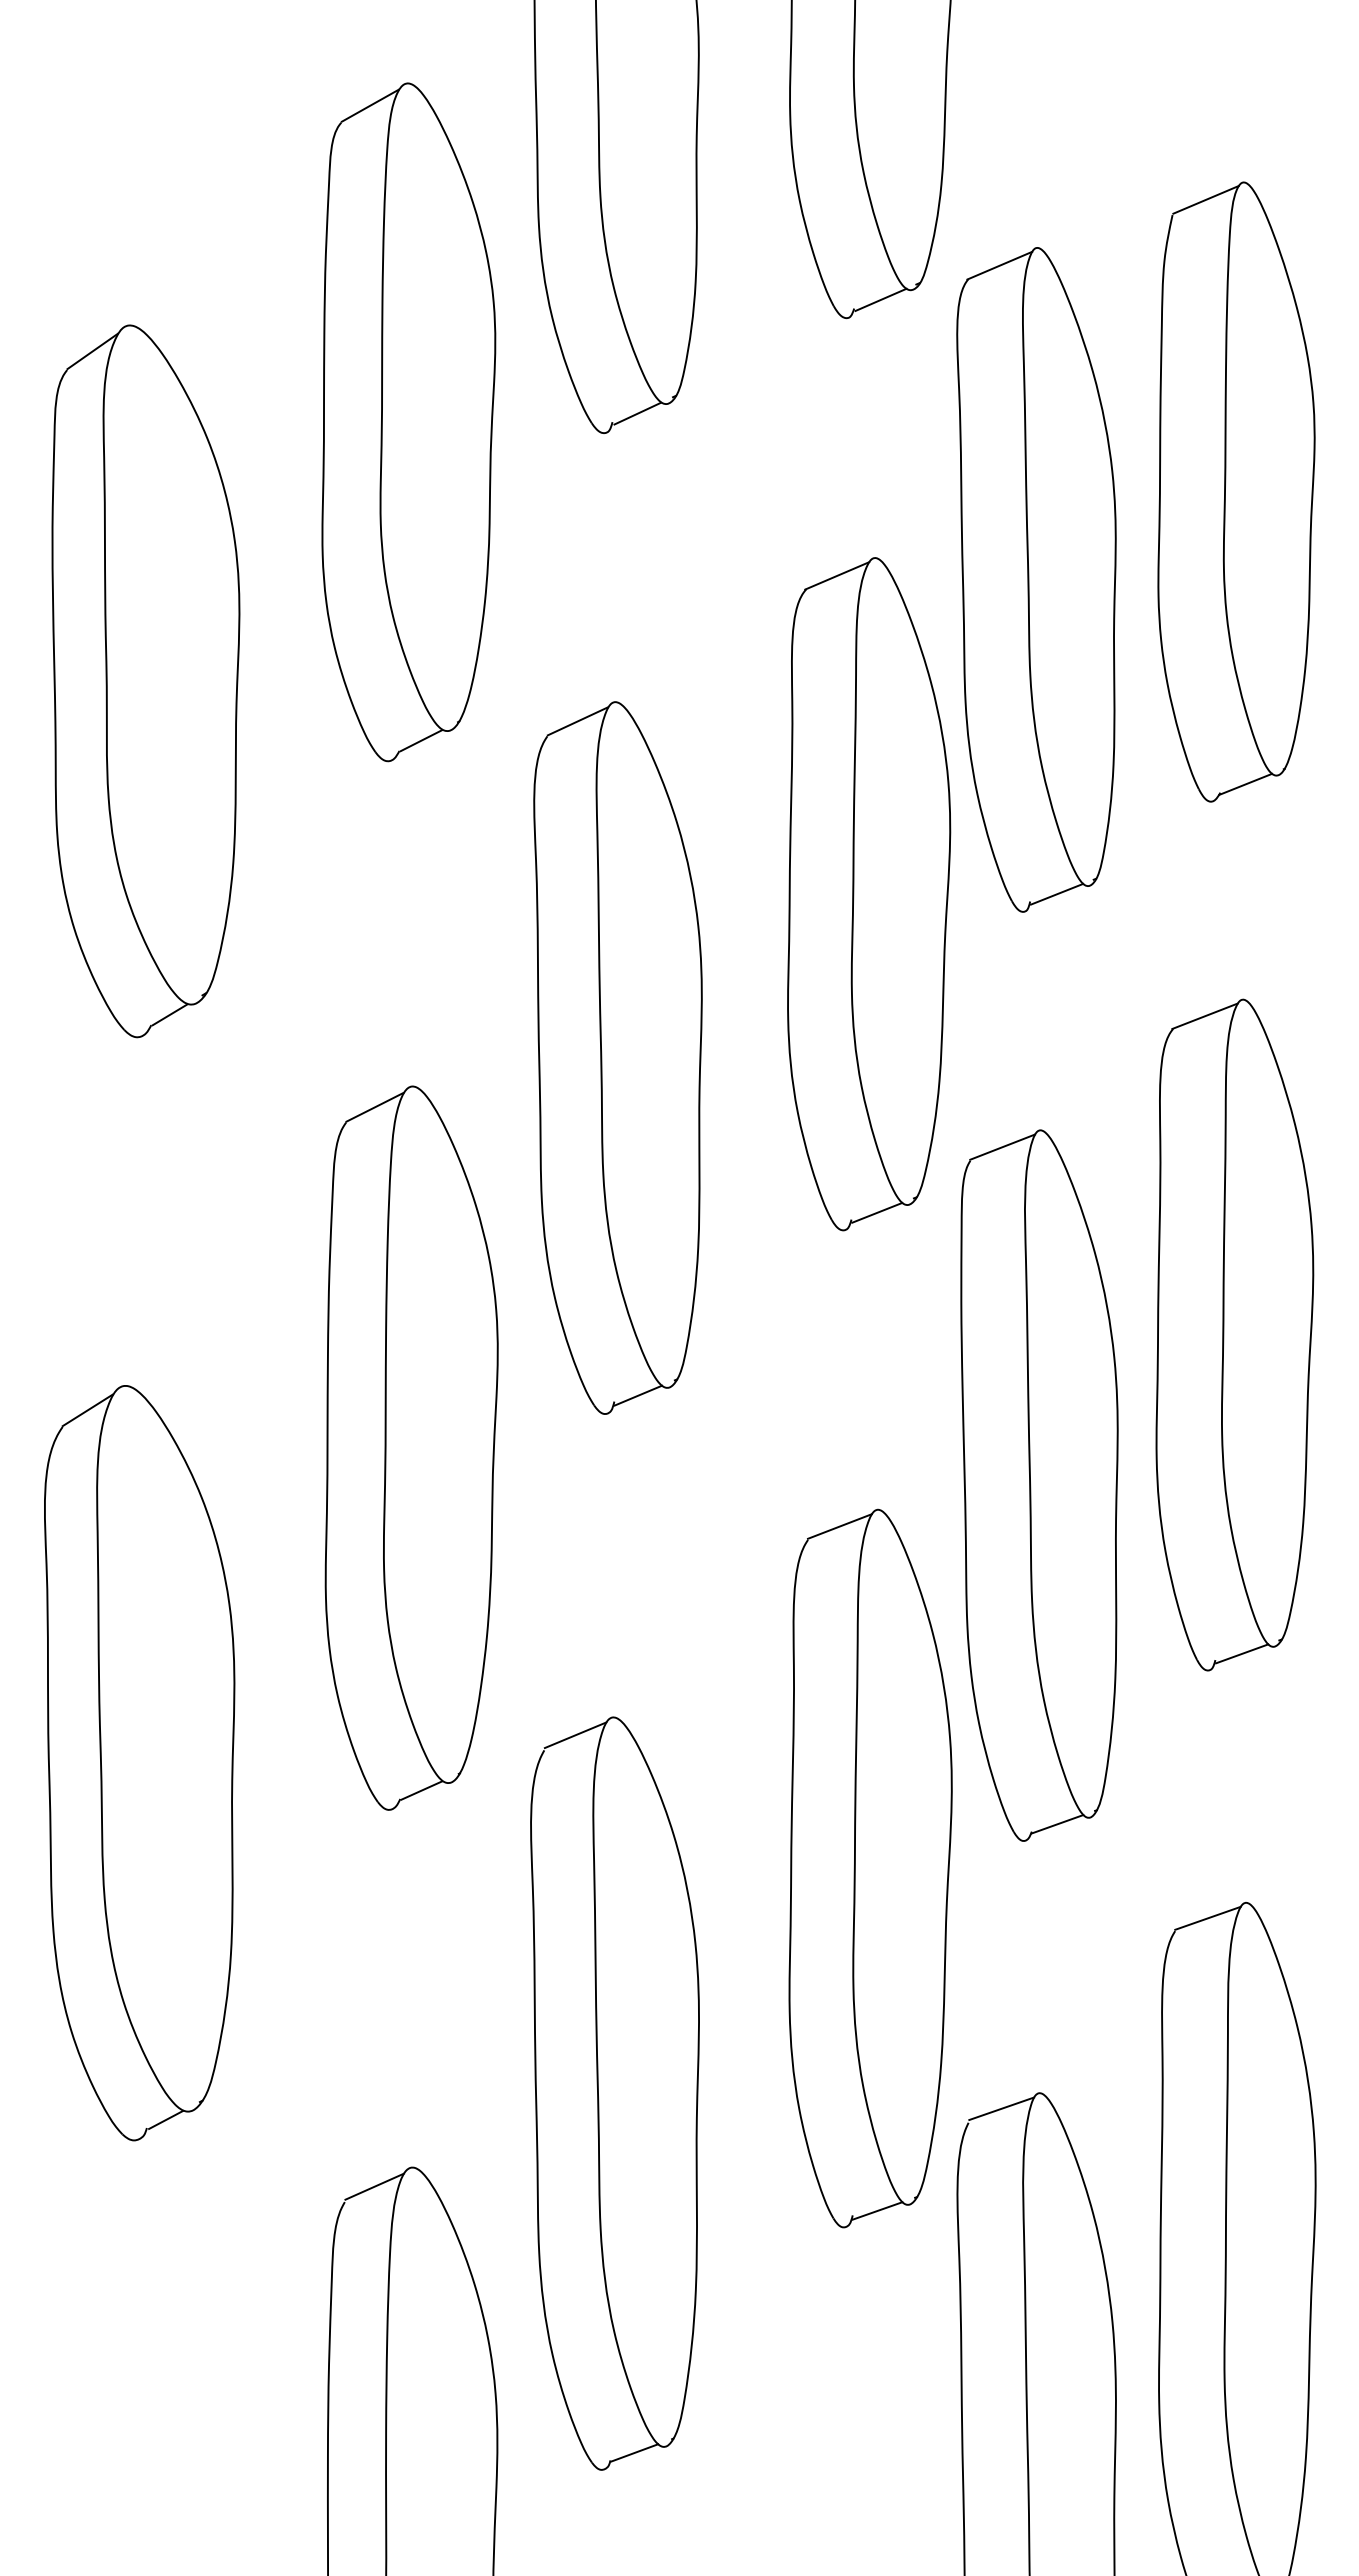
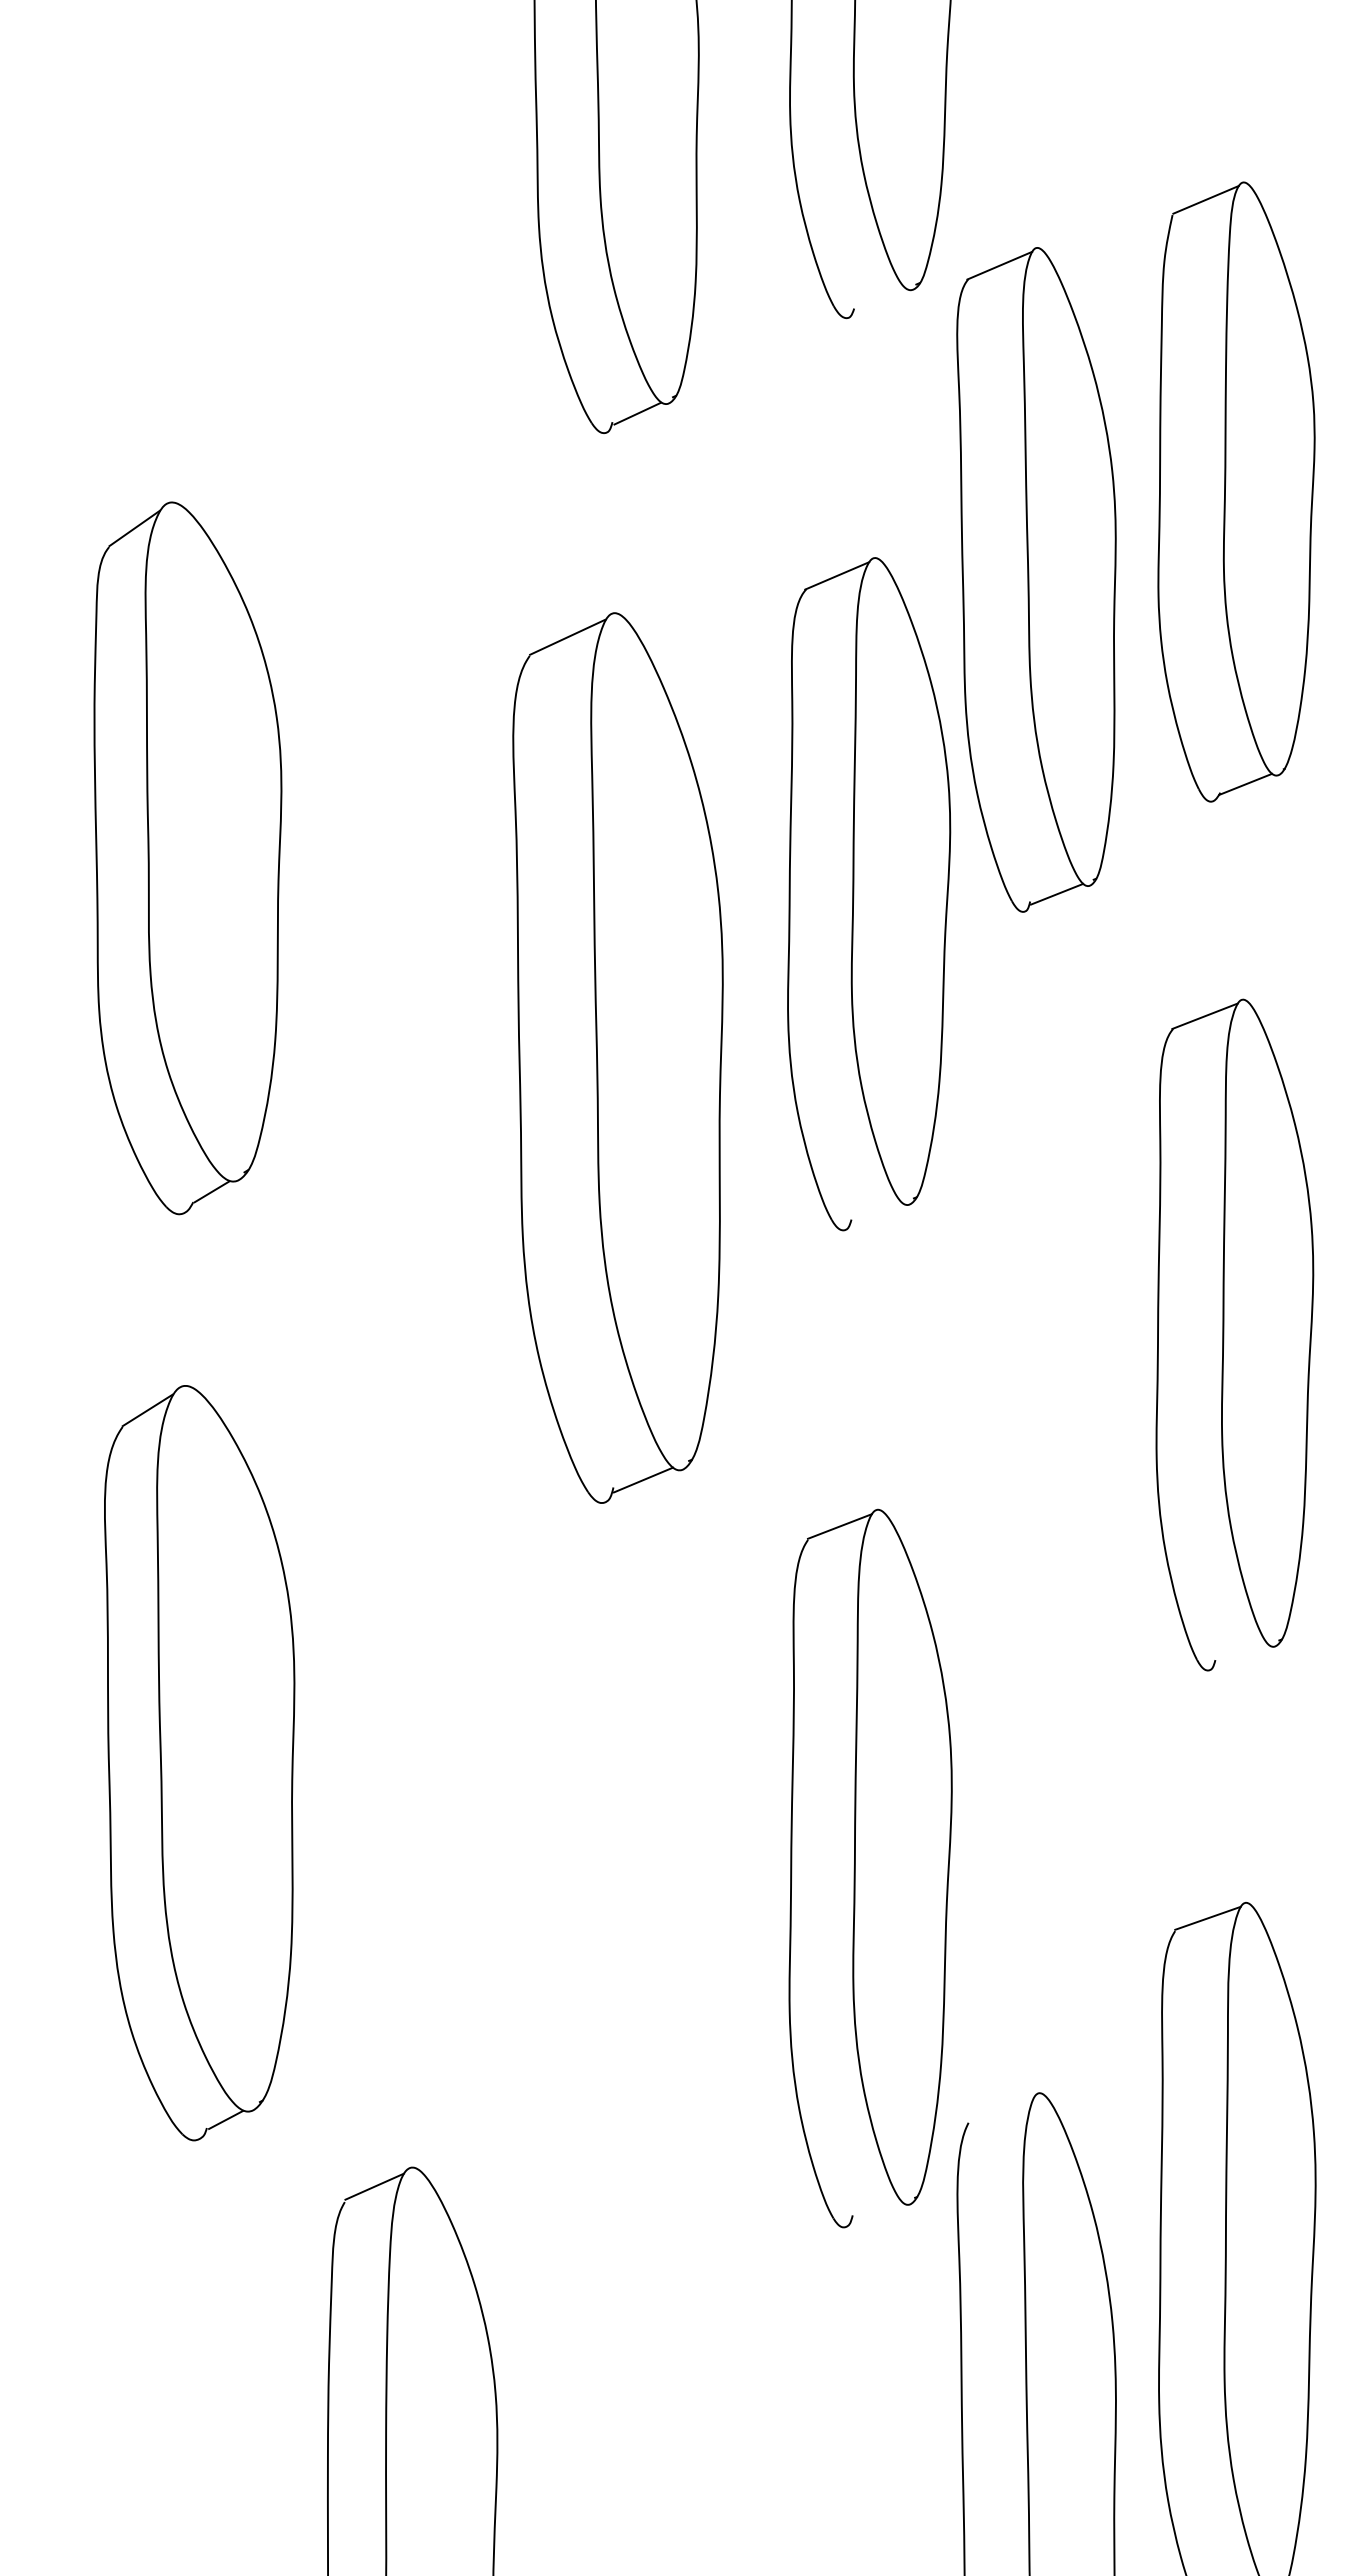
line at (880, 299): present -> none
part at (408, 422): present -> none
part at (145, 681) position: (145, 681) -> (187, 858)
part at (617, 1057) size: 170x714 px -> 212x892 px
line at (877, 1212): present -> none
part at (411, 1447): present -> none
part at (1039, 1485): present -> none
line at (1242, 1653): present -> none
part at (139, 1763) position: (139, 1763) -> (199, 1763)
part at (614, 2093): present -> none
line at (1001, 2108): present -> none
line at (877, 2210): present -> none
